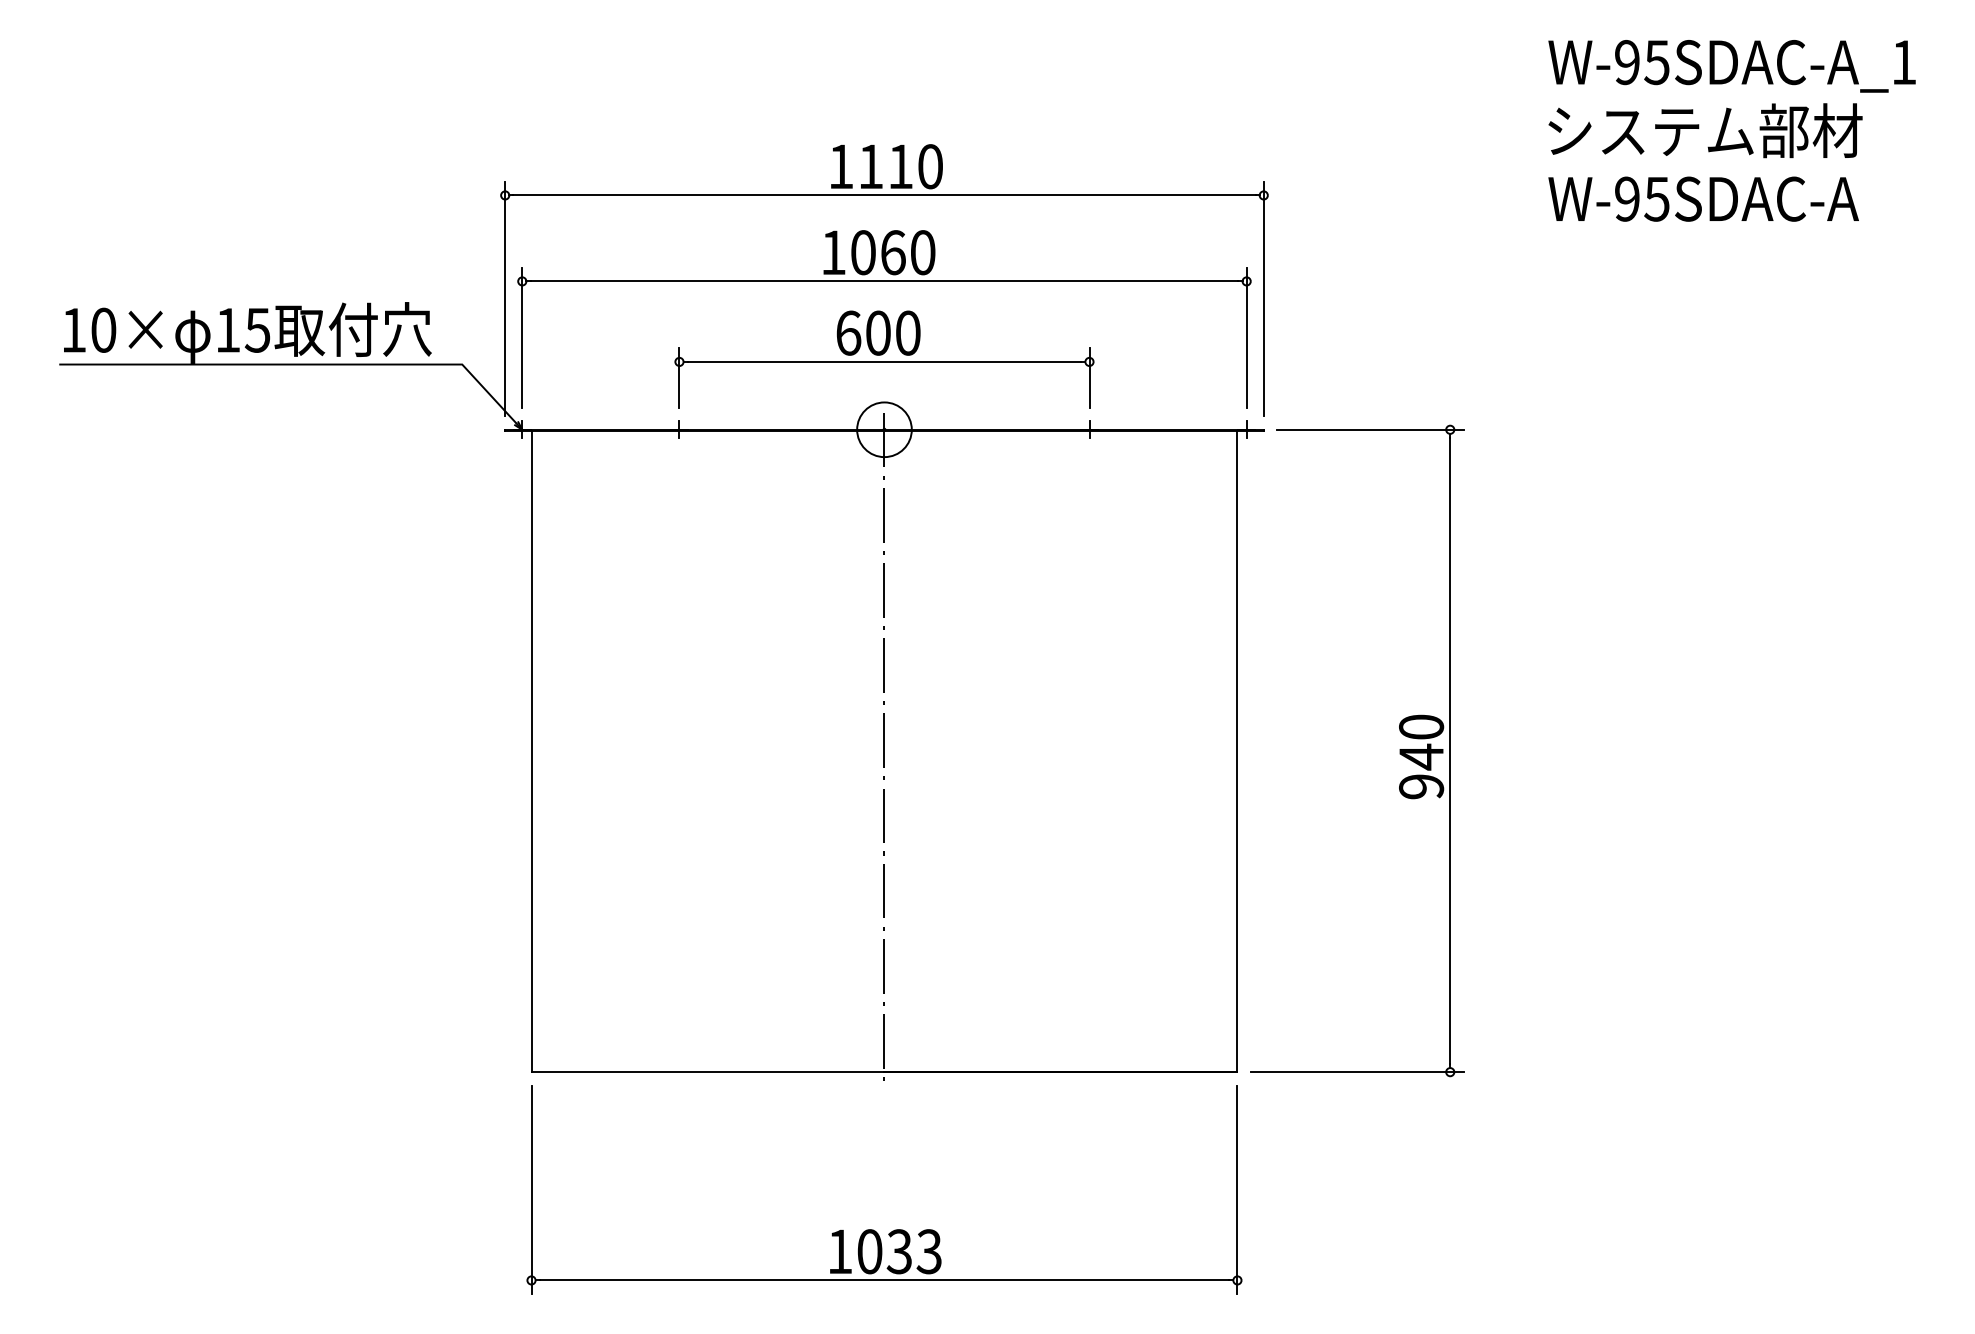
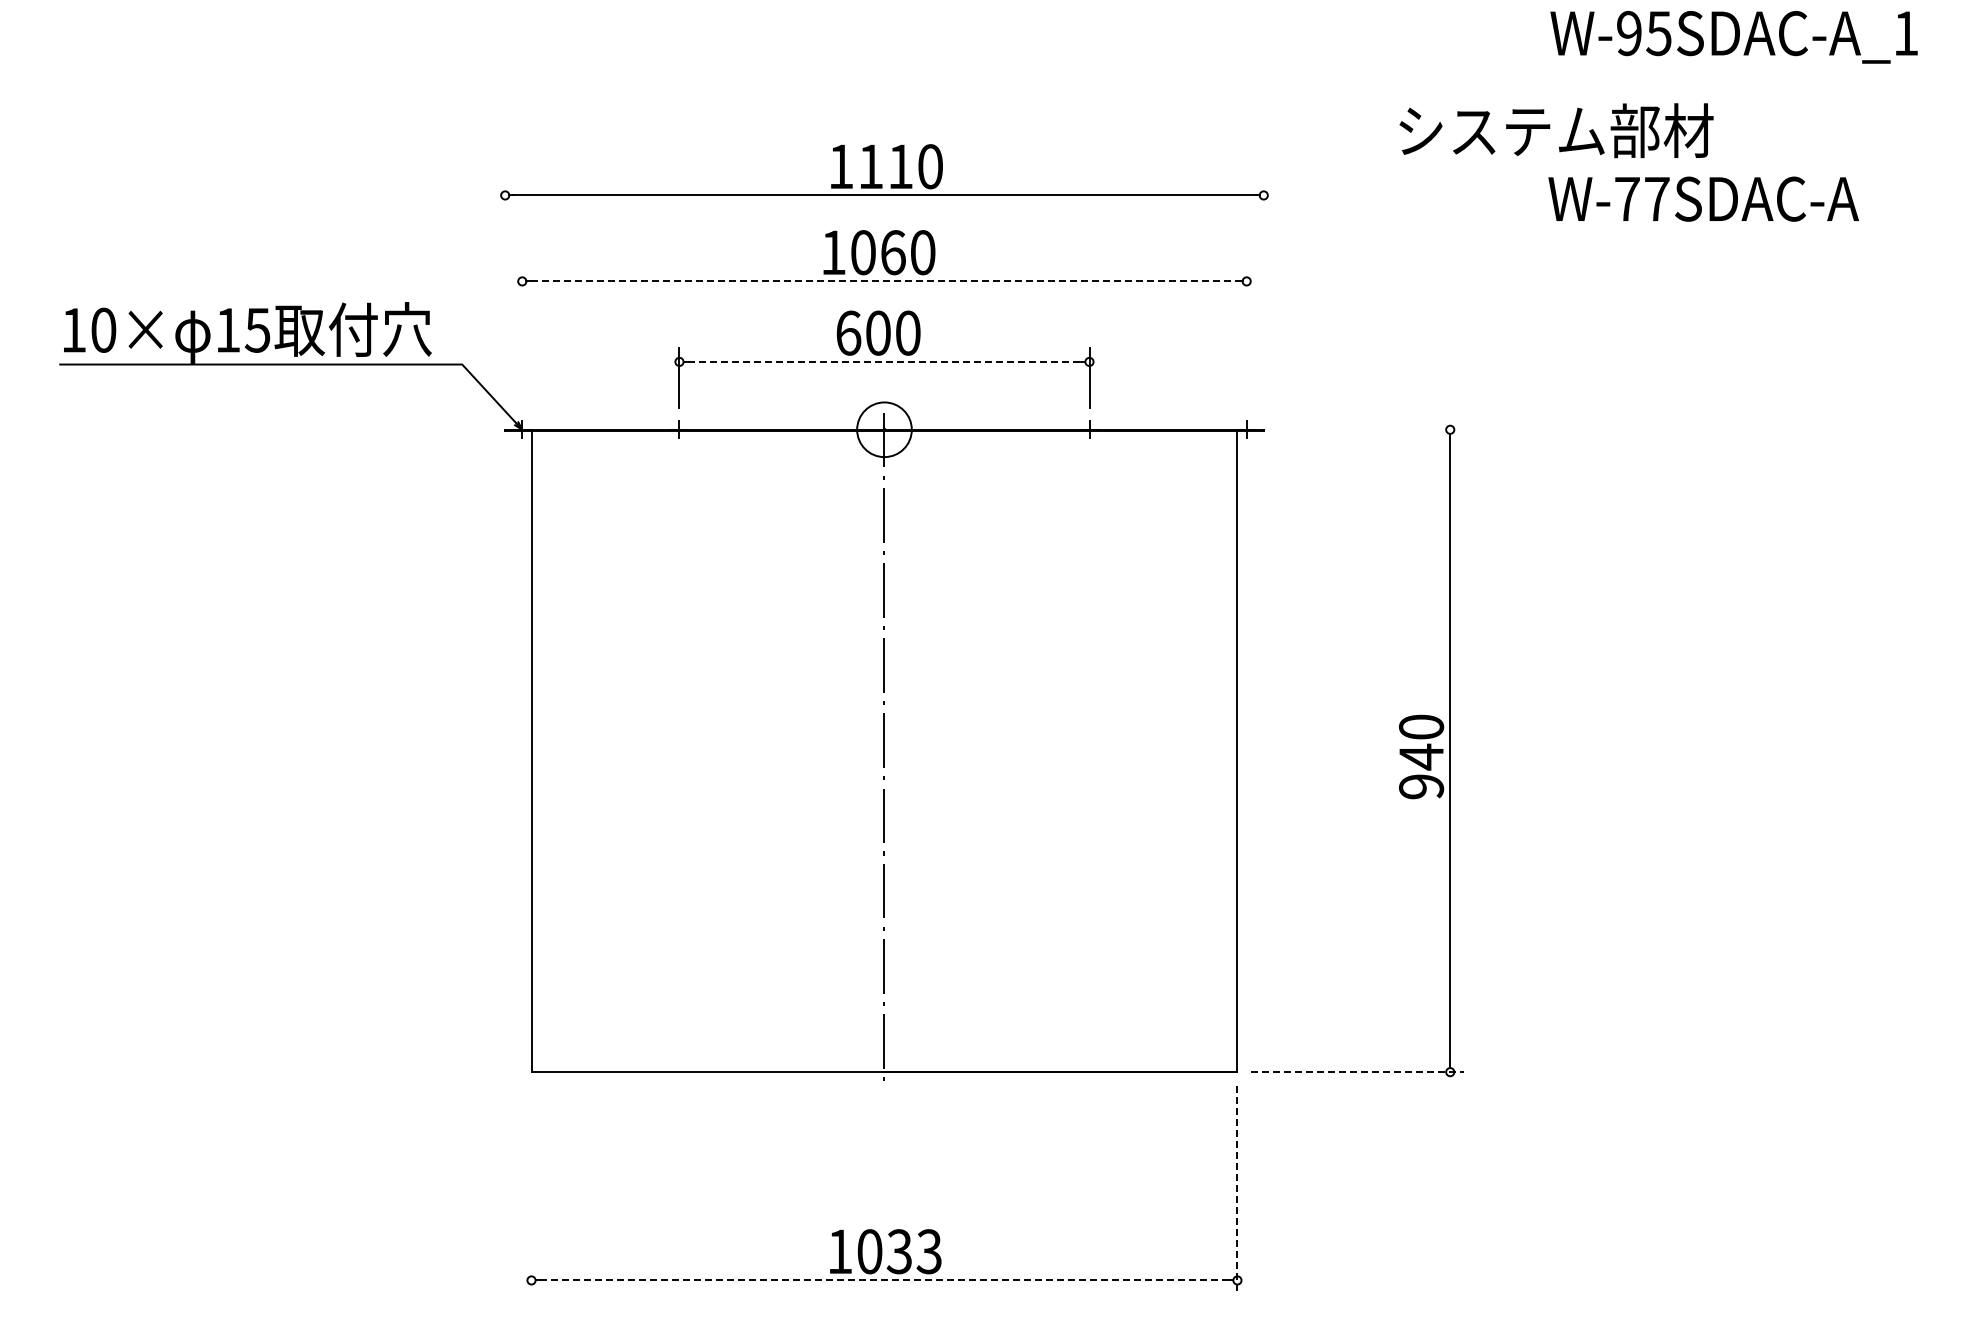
text at (1731, 66) position: (1731, 66) -> (1733, 37)
text at (1705, 130) position: (1705, 130) -> (1556, 130)
text at (1642, 198): W-95SDAC-A -> W-77SDAC-A
line at (884, 281): solid -> dashed
line at (505, 298): present -> none
line at (1263, 298): present -> none
line at (522, 337): present -> none
line at (1246, 337): present -> none
line at (884, 361): solid -> dashed
line at (1370, 429): present -> none
line at (1358, 1072): solid -> dashed
line at (531, 1189): present -> none
line at (1237, 1190): solid -> dashed
line at (884, 1280): solid -> dashed
